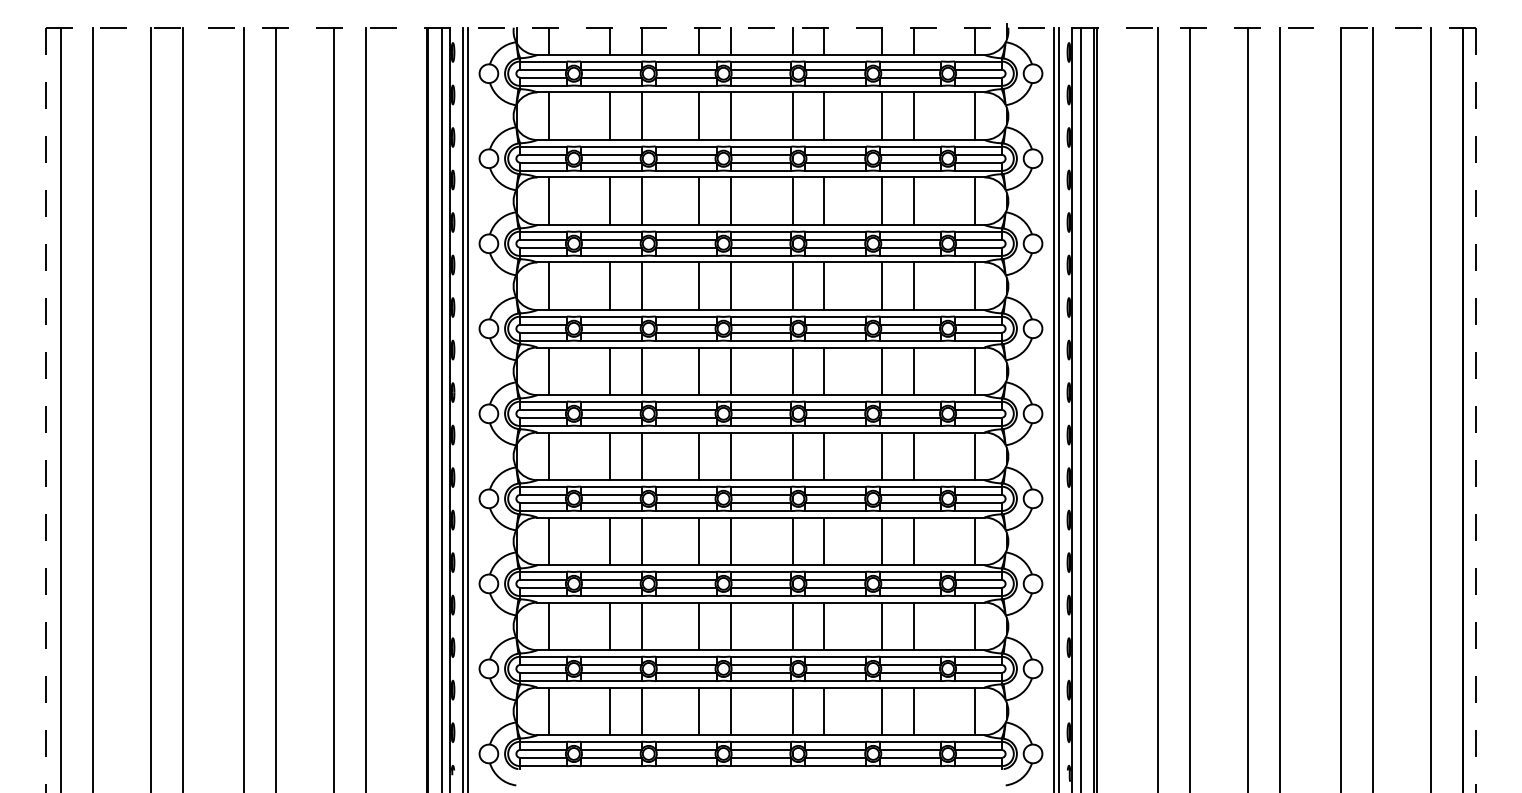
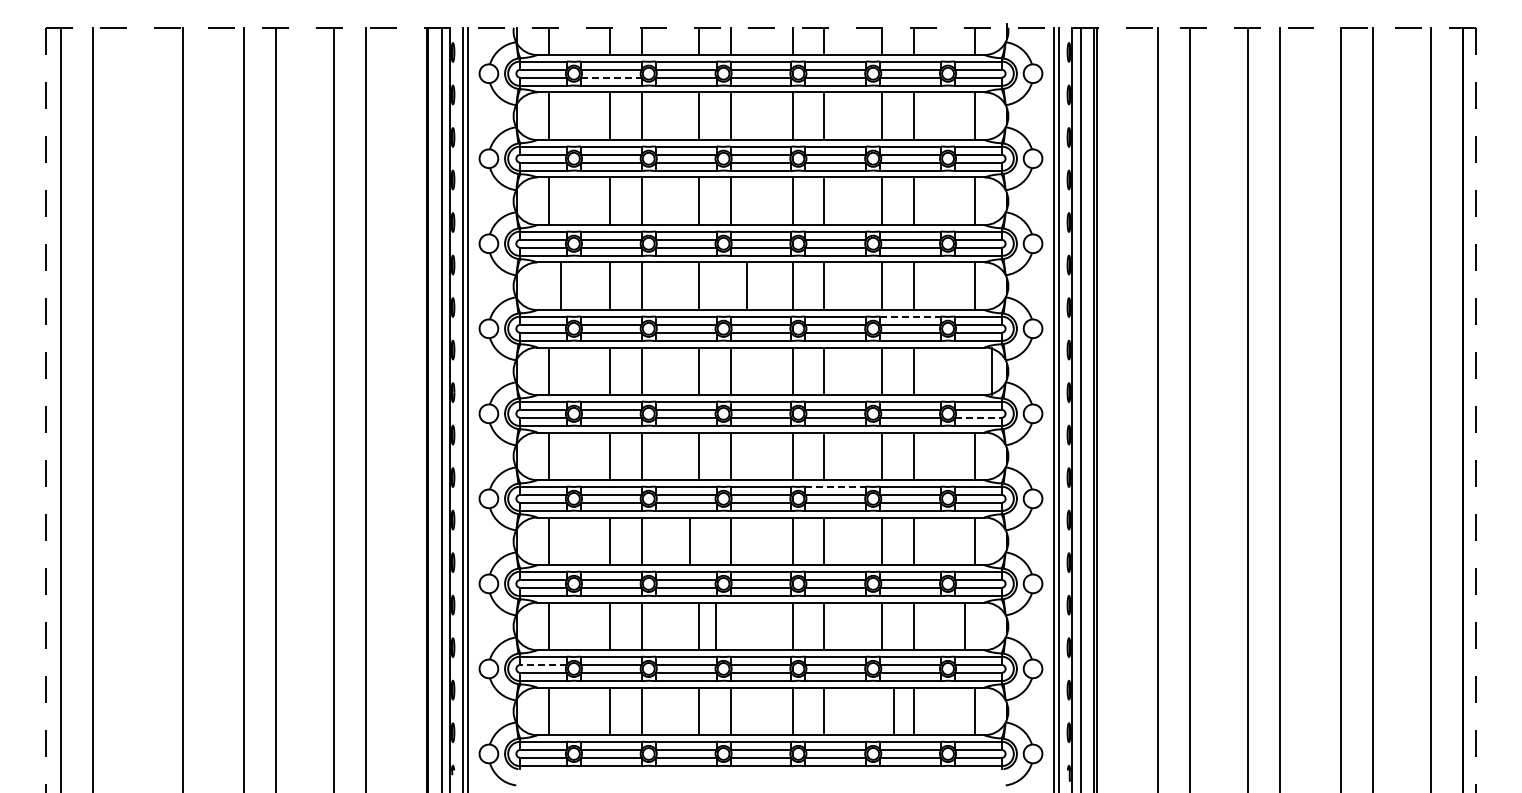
line at (611, 77): solid -> dashed
line at (548, 286) position: (548, 286) -> (560, 286)
line at (731, 286) position: (731, 286) -> (747, 286)
line at (911, 316): solid -> dashed
line at (975, 371) position: (975, 371) -> (992, 371)
line at (151, 408): present -> none
line at (978, 417): solid -> dashed
line at (836, 486): solid -> dashed
line at (699, 541) position: (699, 541) -> (690, 541)
line at (731, 626) position: (731, 626) -> (716, 626)
line at (975, 626) position: (975, 626) -> (965, 626)
line at (543, 664): solid -> dashed
line at (882, 711) position: (882, 711) -> (894, 711)
